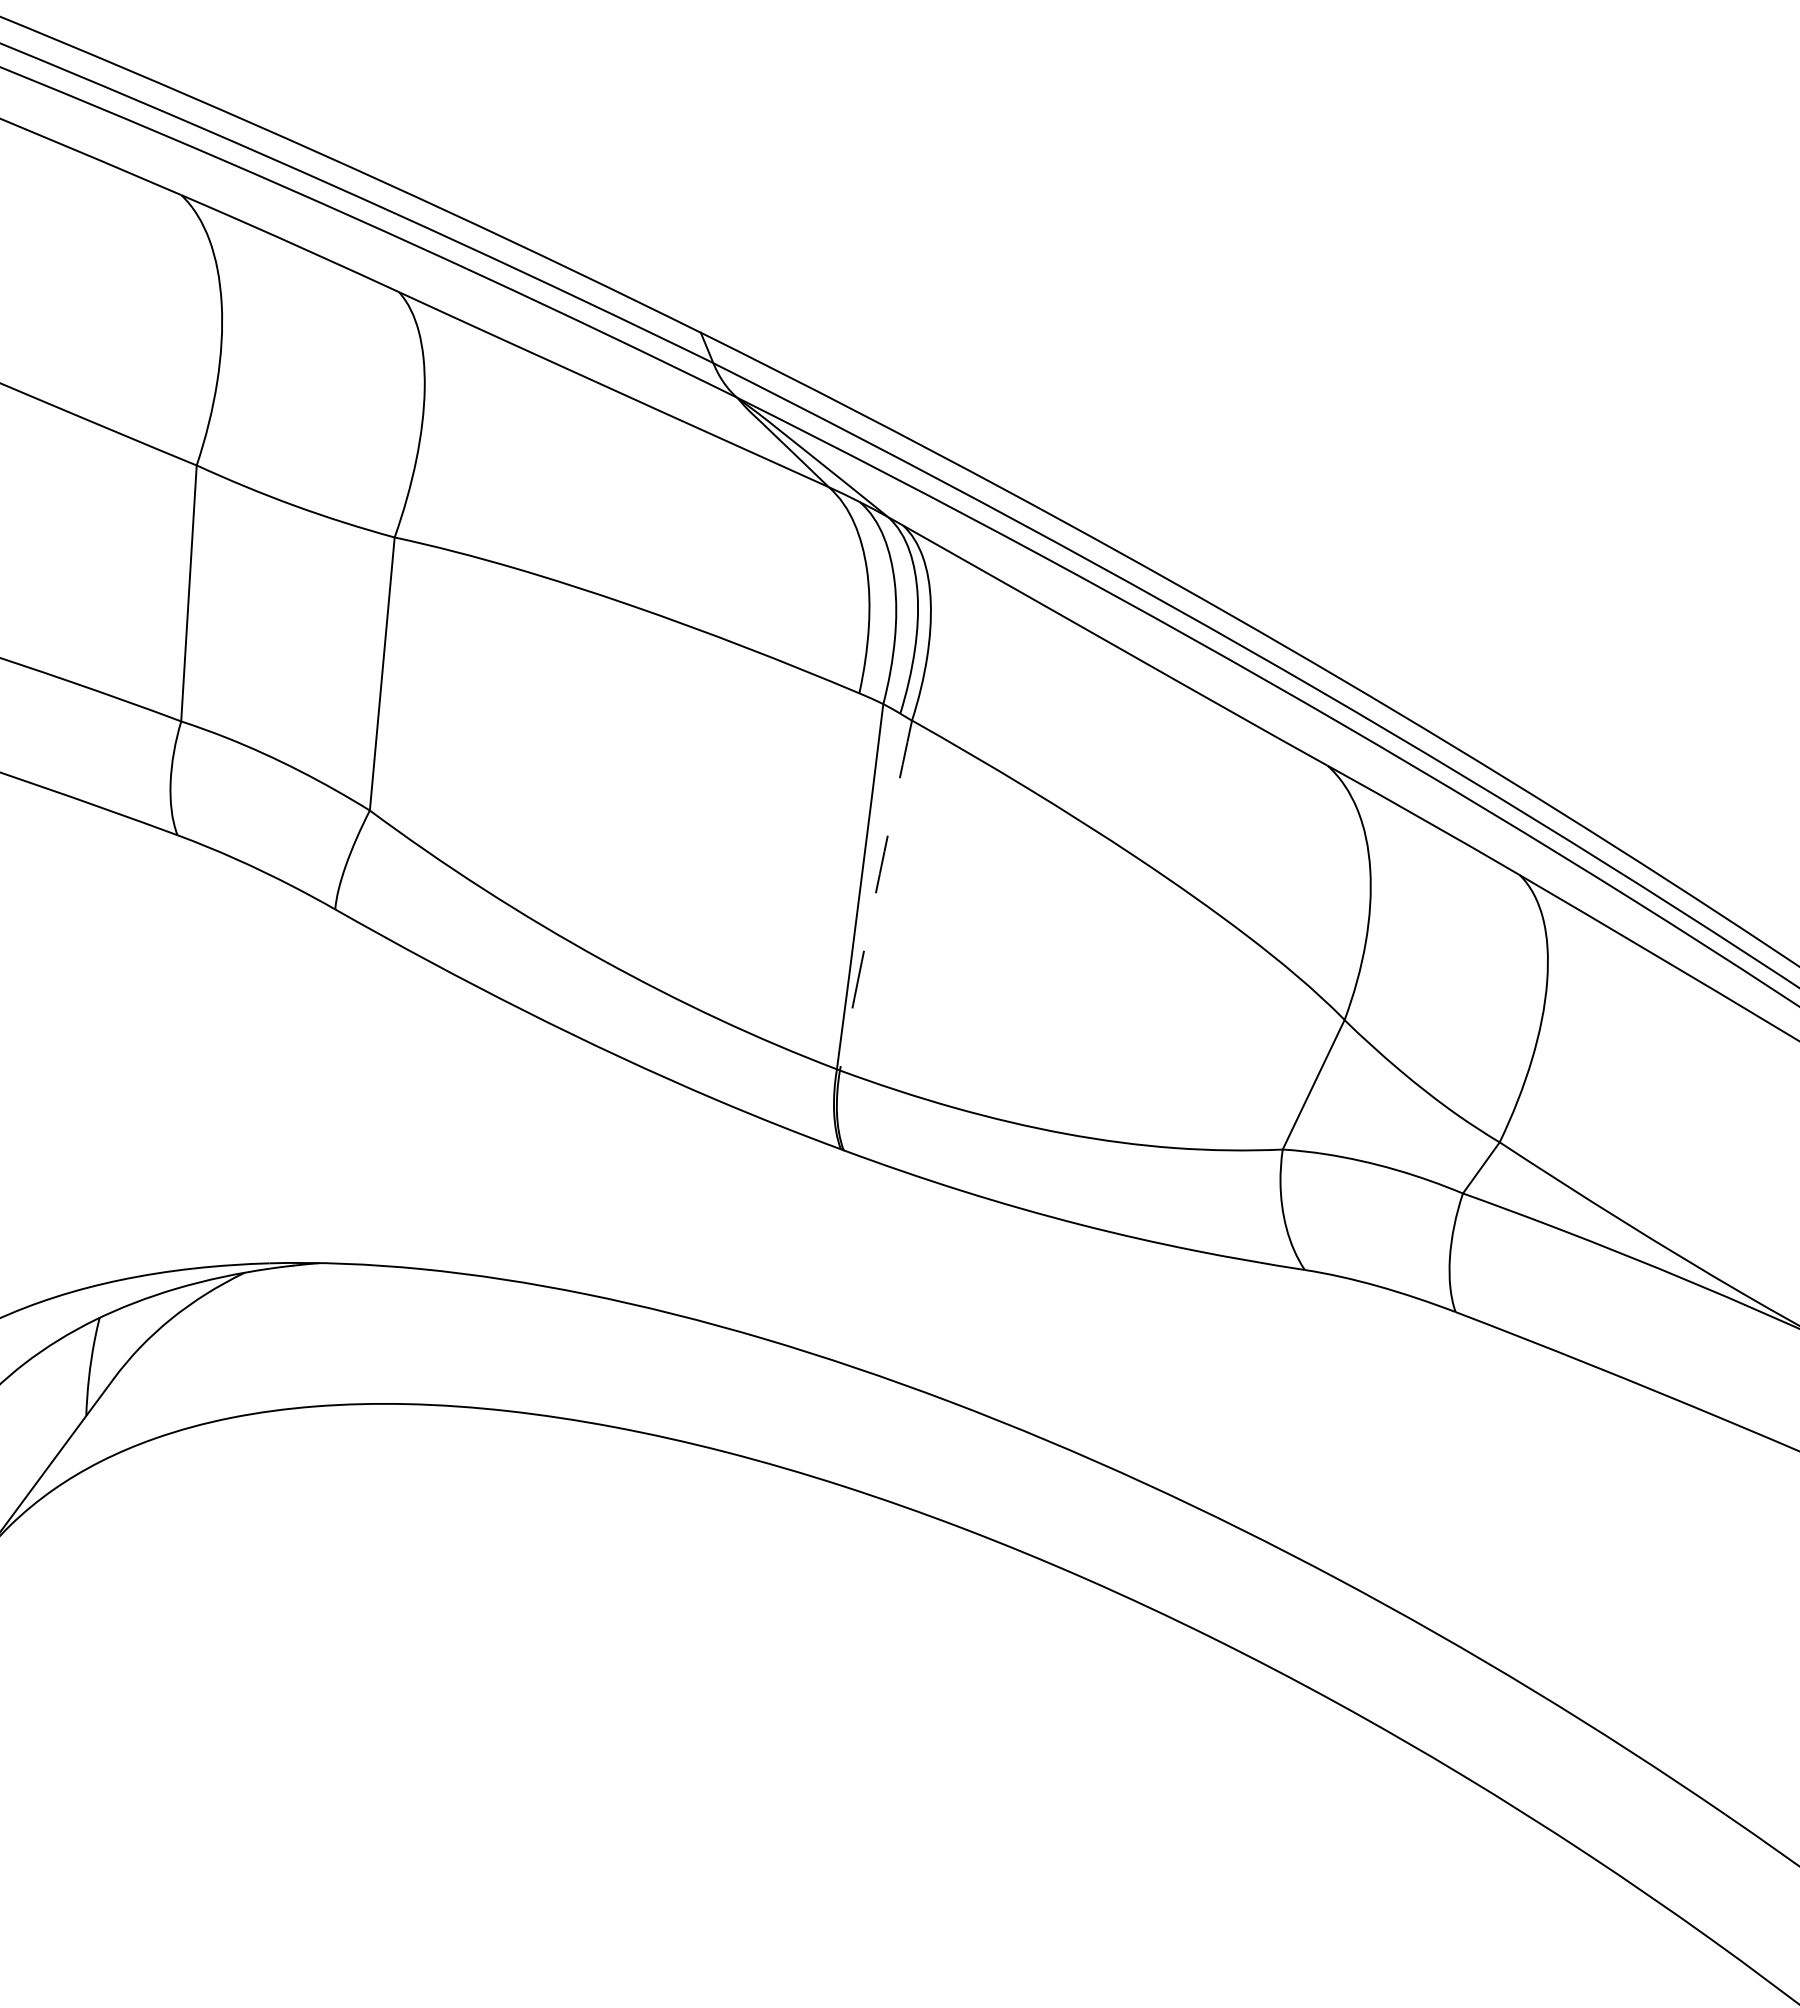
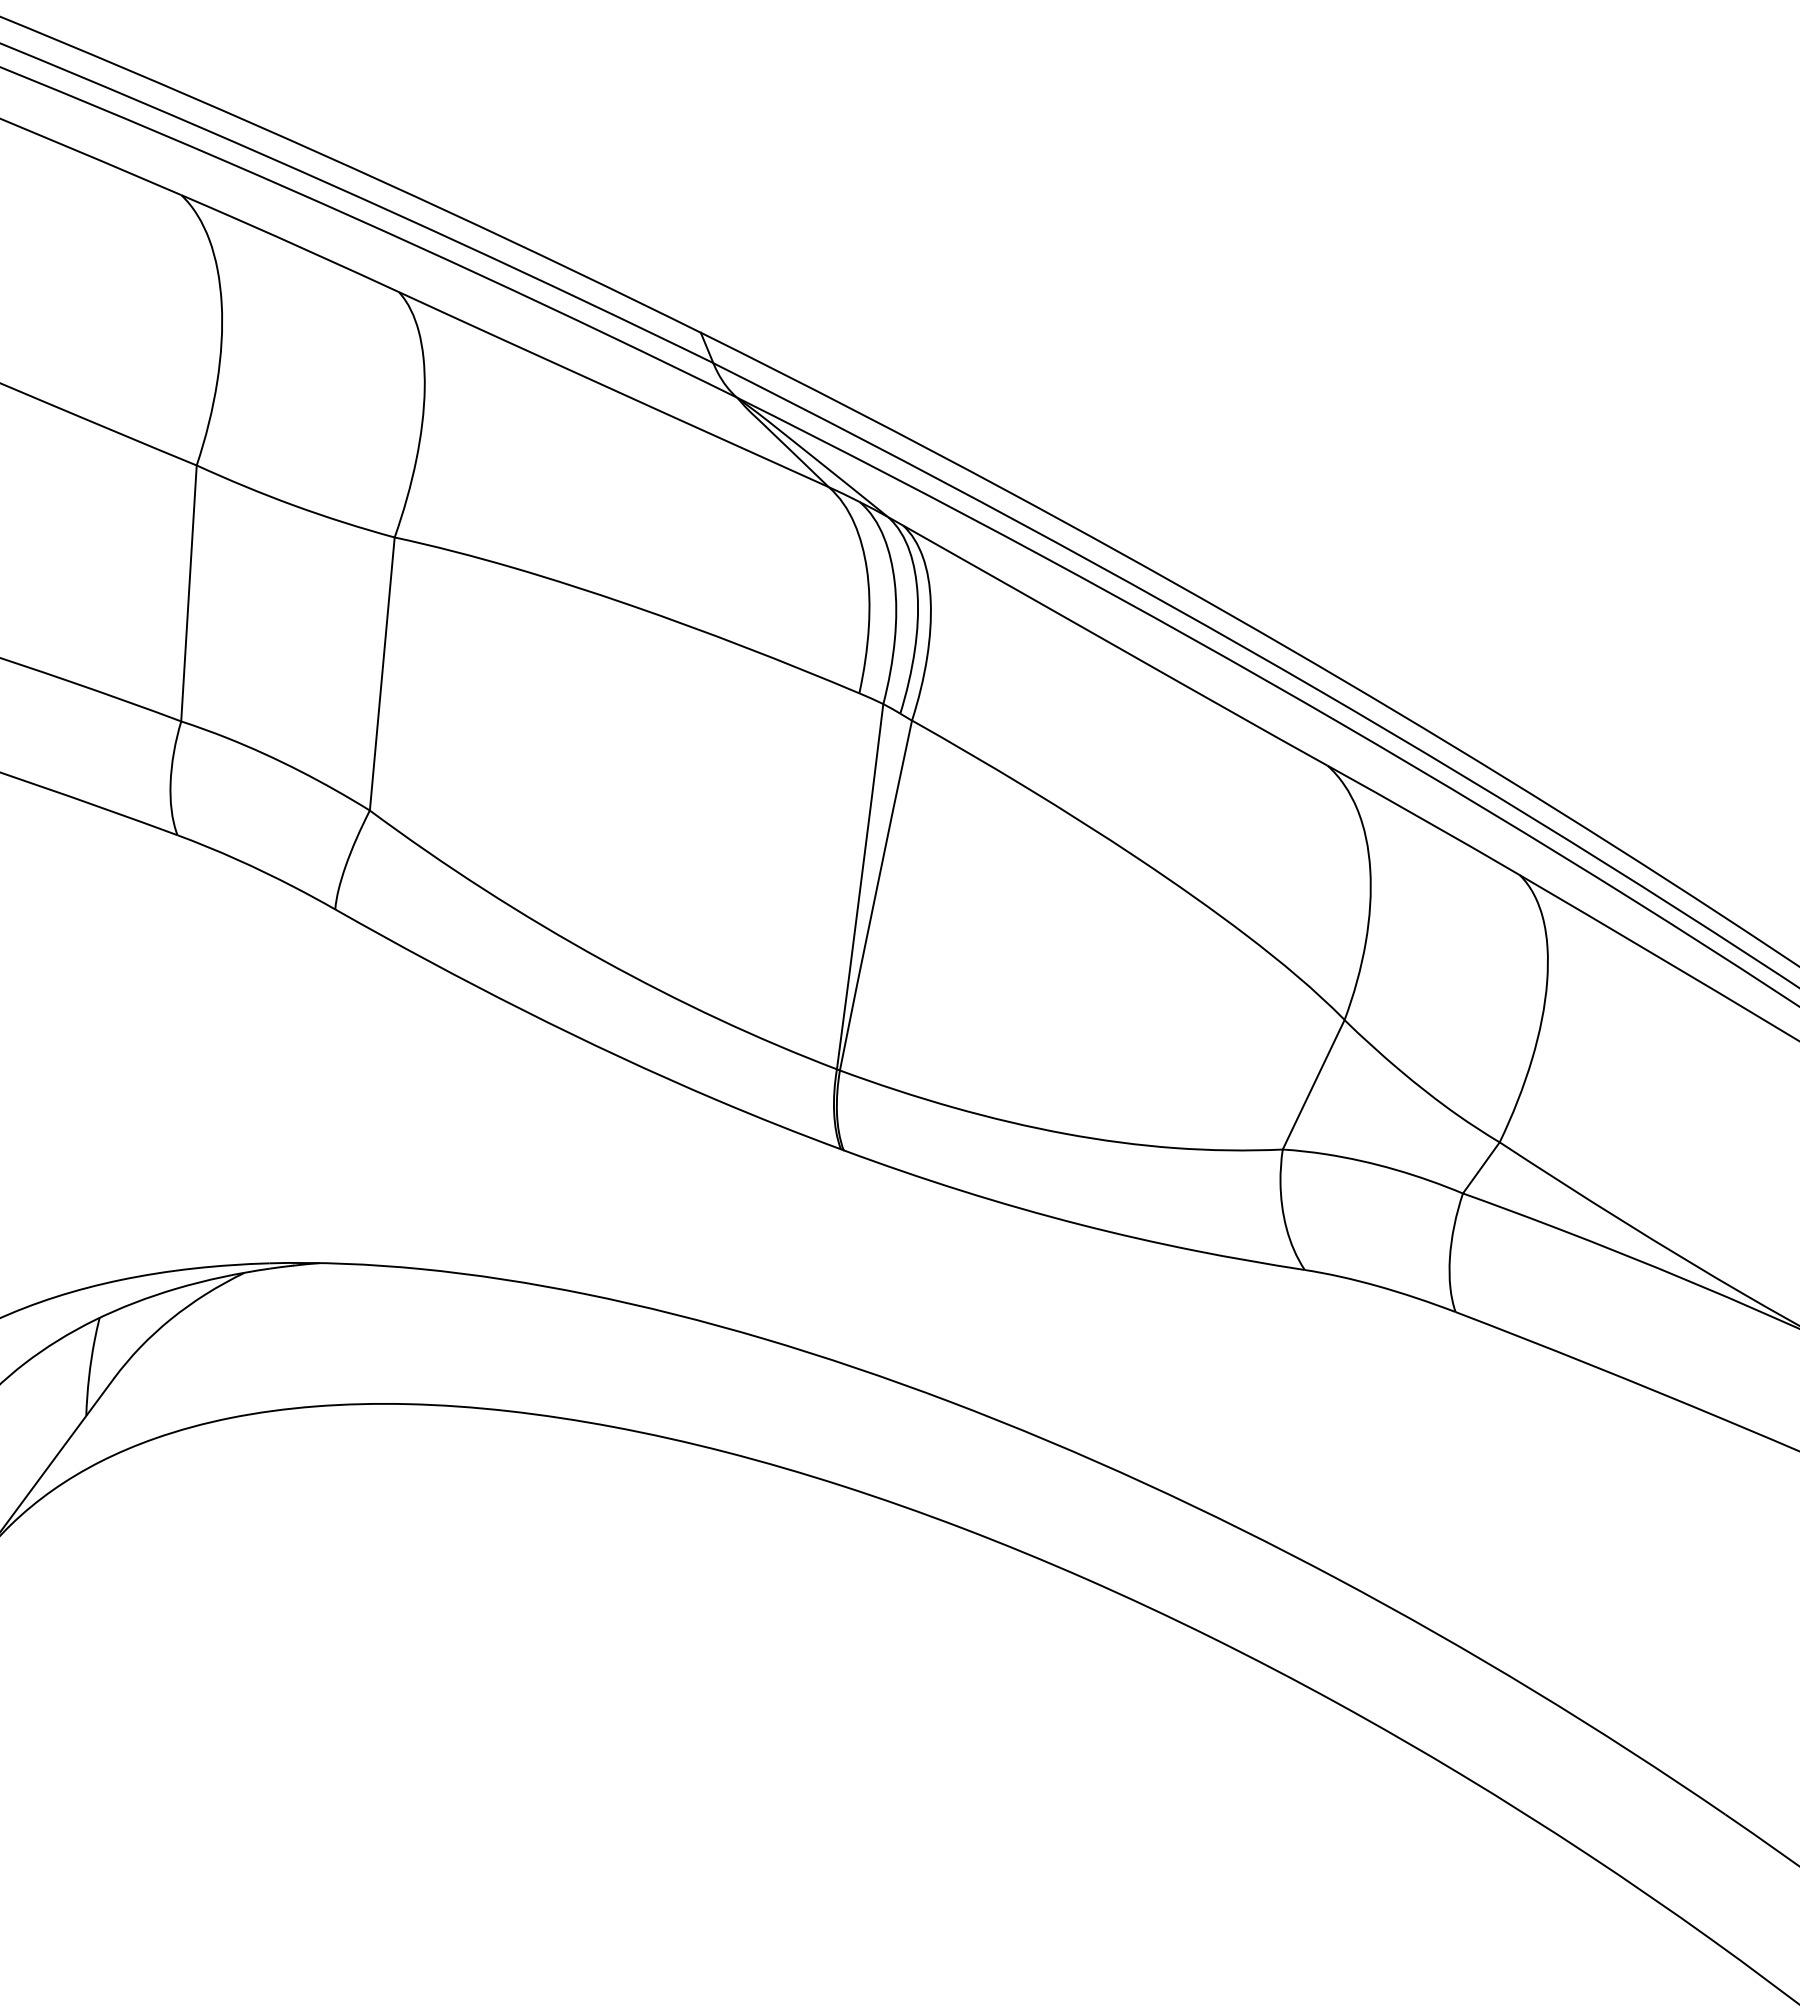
arc at (875, 895): dashed -> solid
